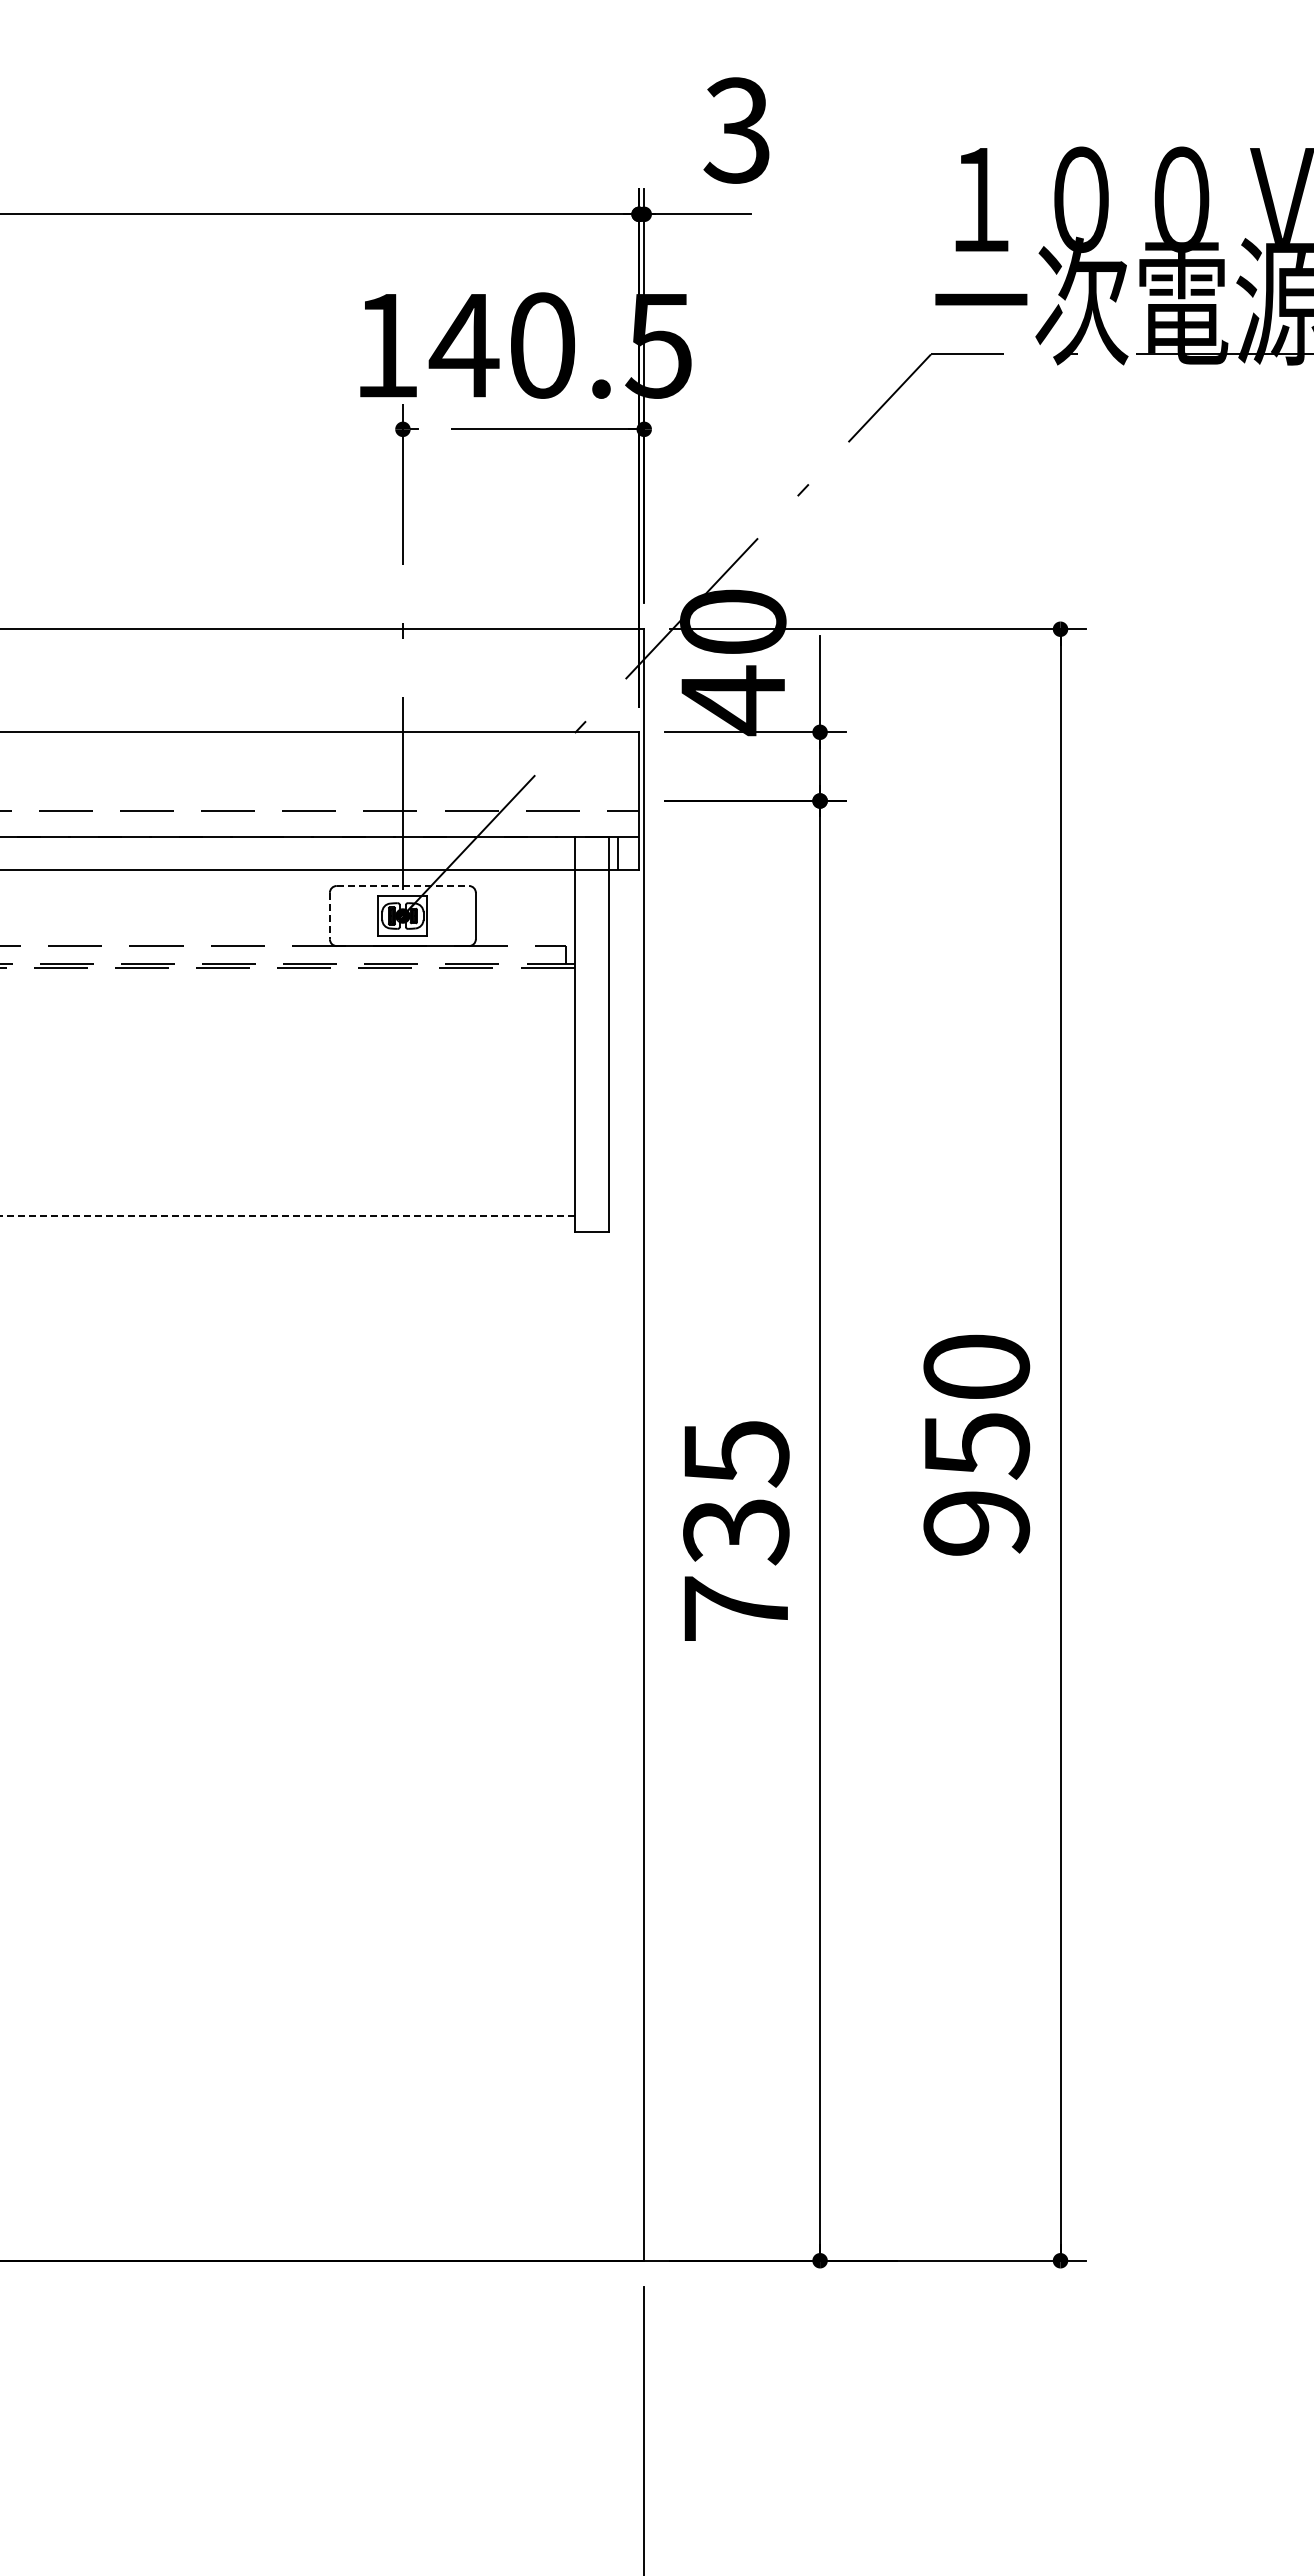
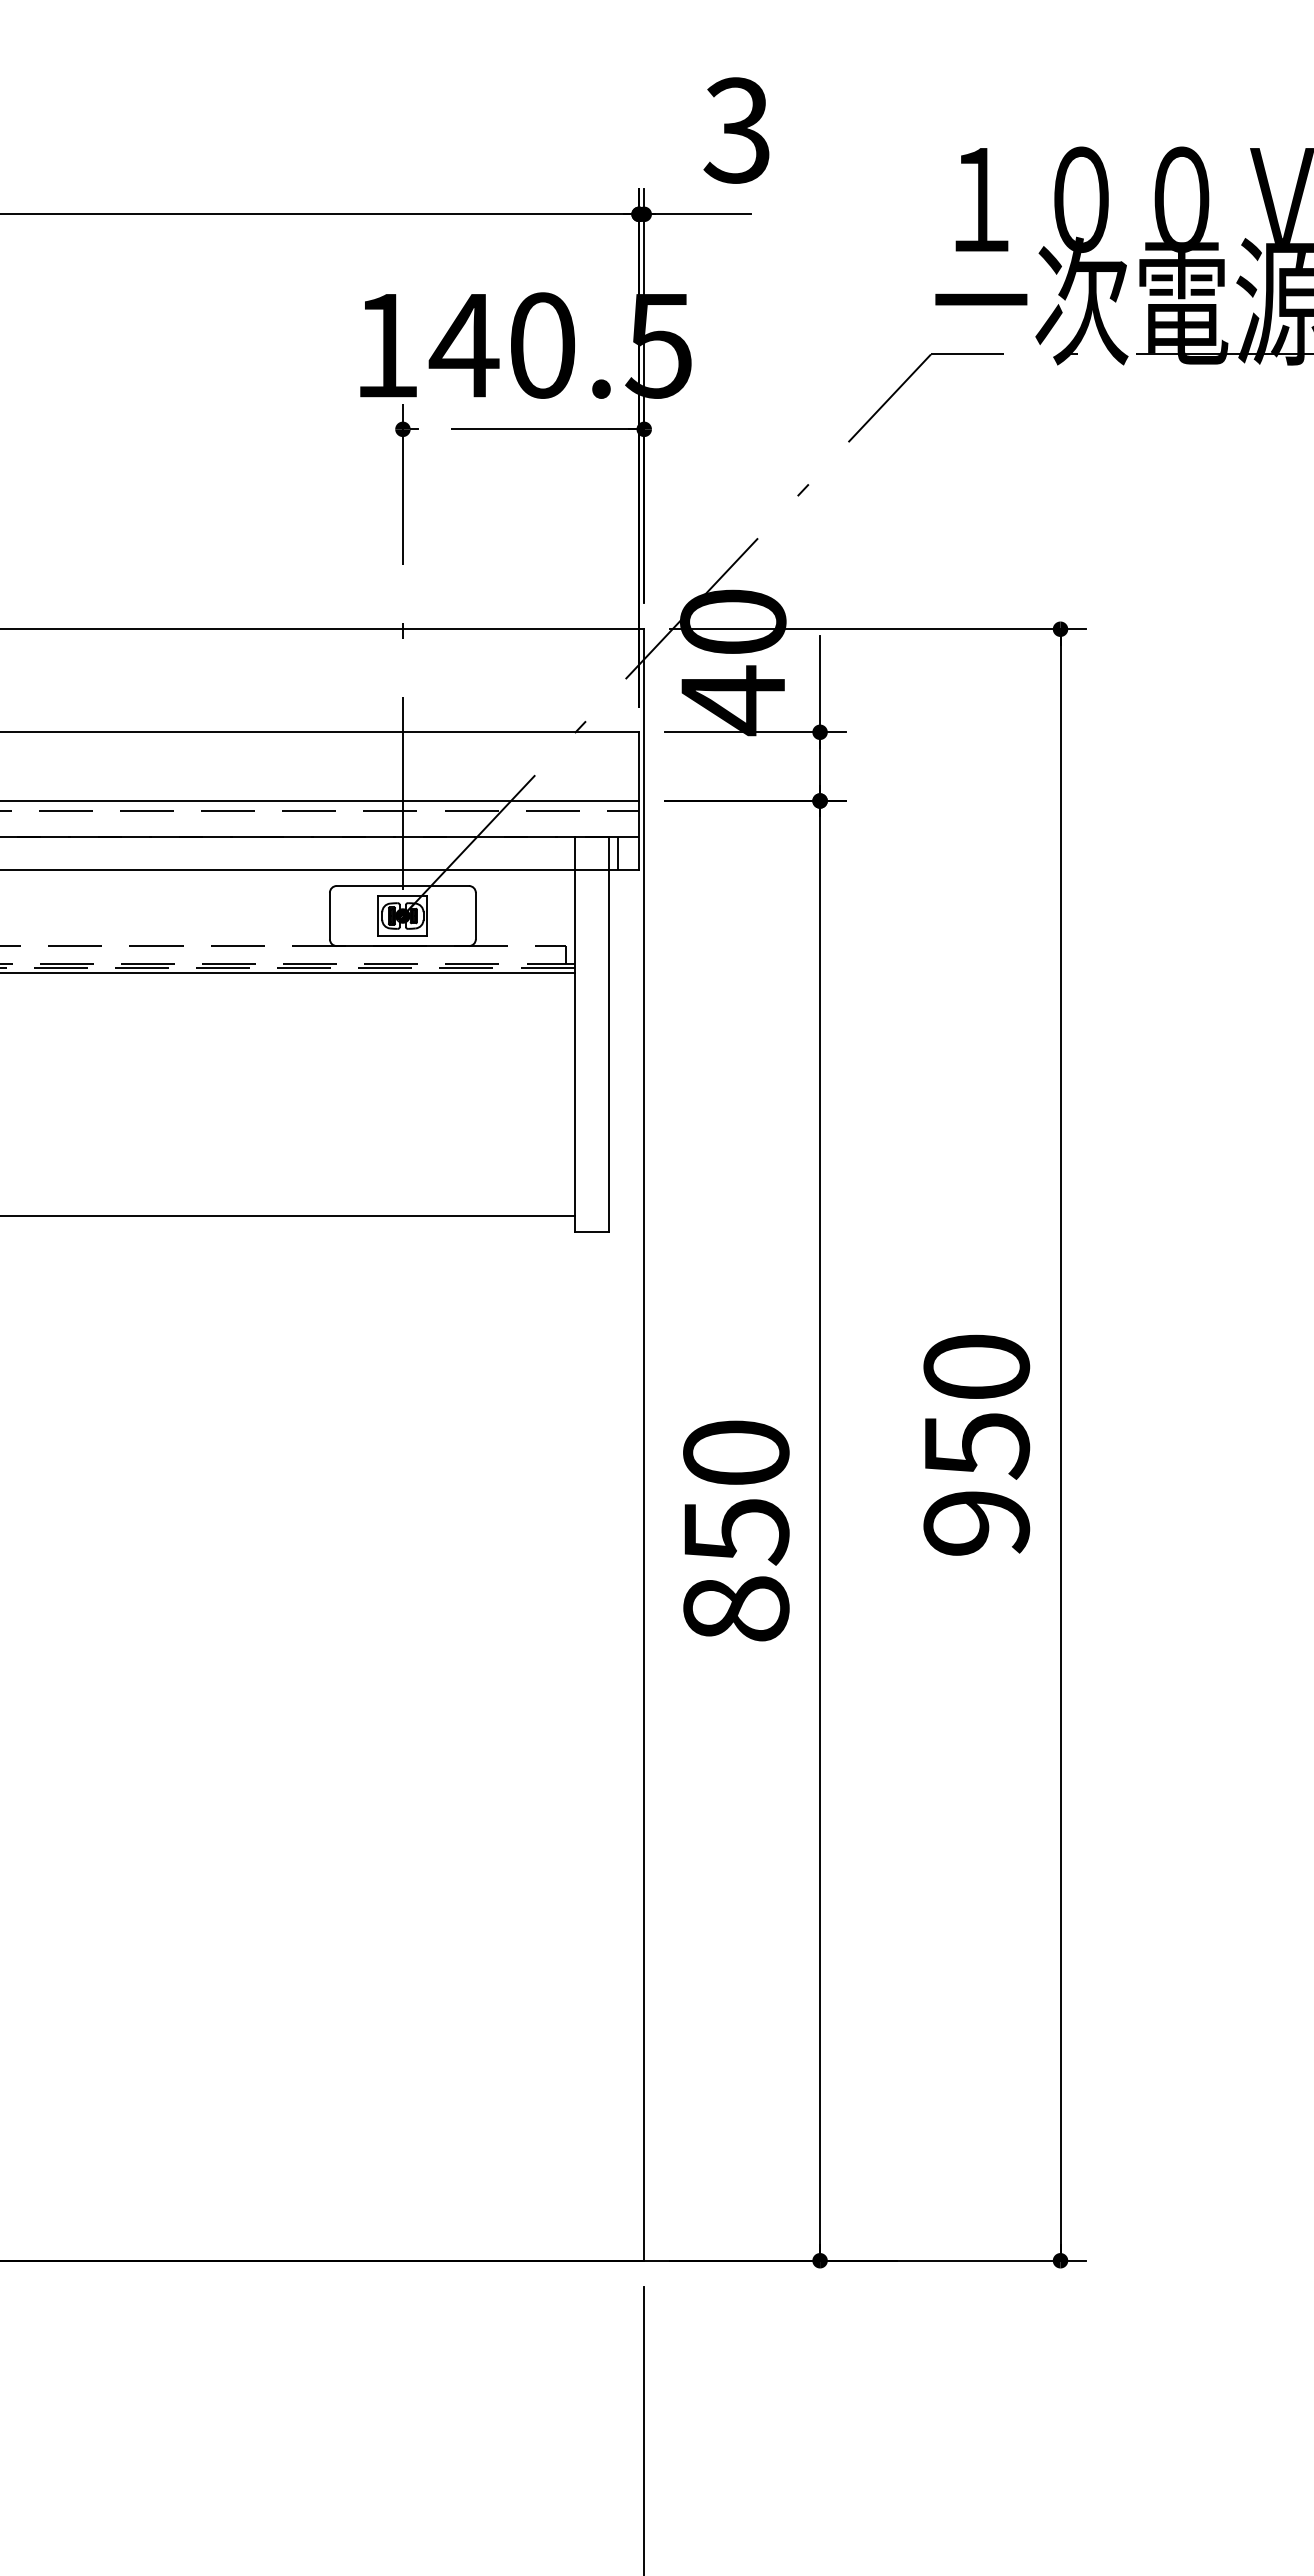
line at (320, 800): none -> present
line at (403, 885): dashed -> solid
line at (329, 916): dashed -> solid
line at (288, 972): none -> present
line at (287, 1215): dashed -> solid
text at (736, 1530): 735 -> 850
